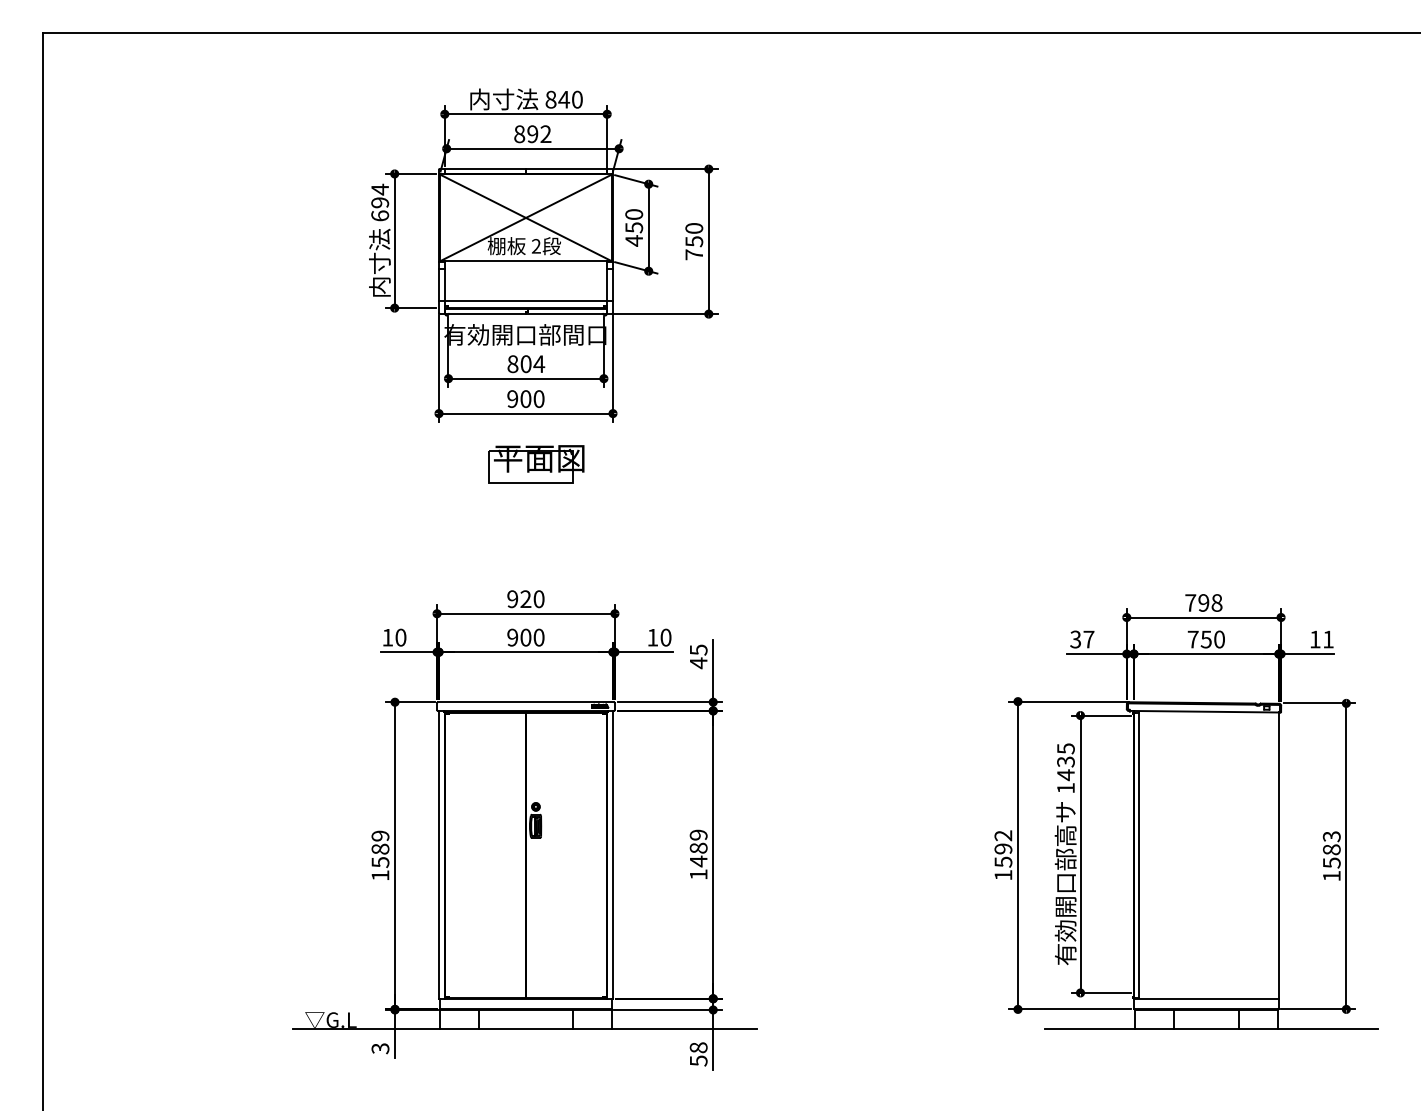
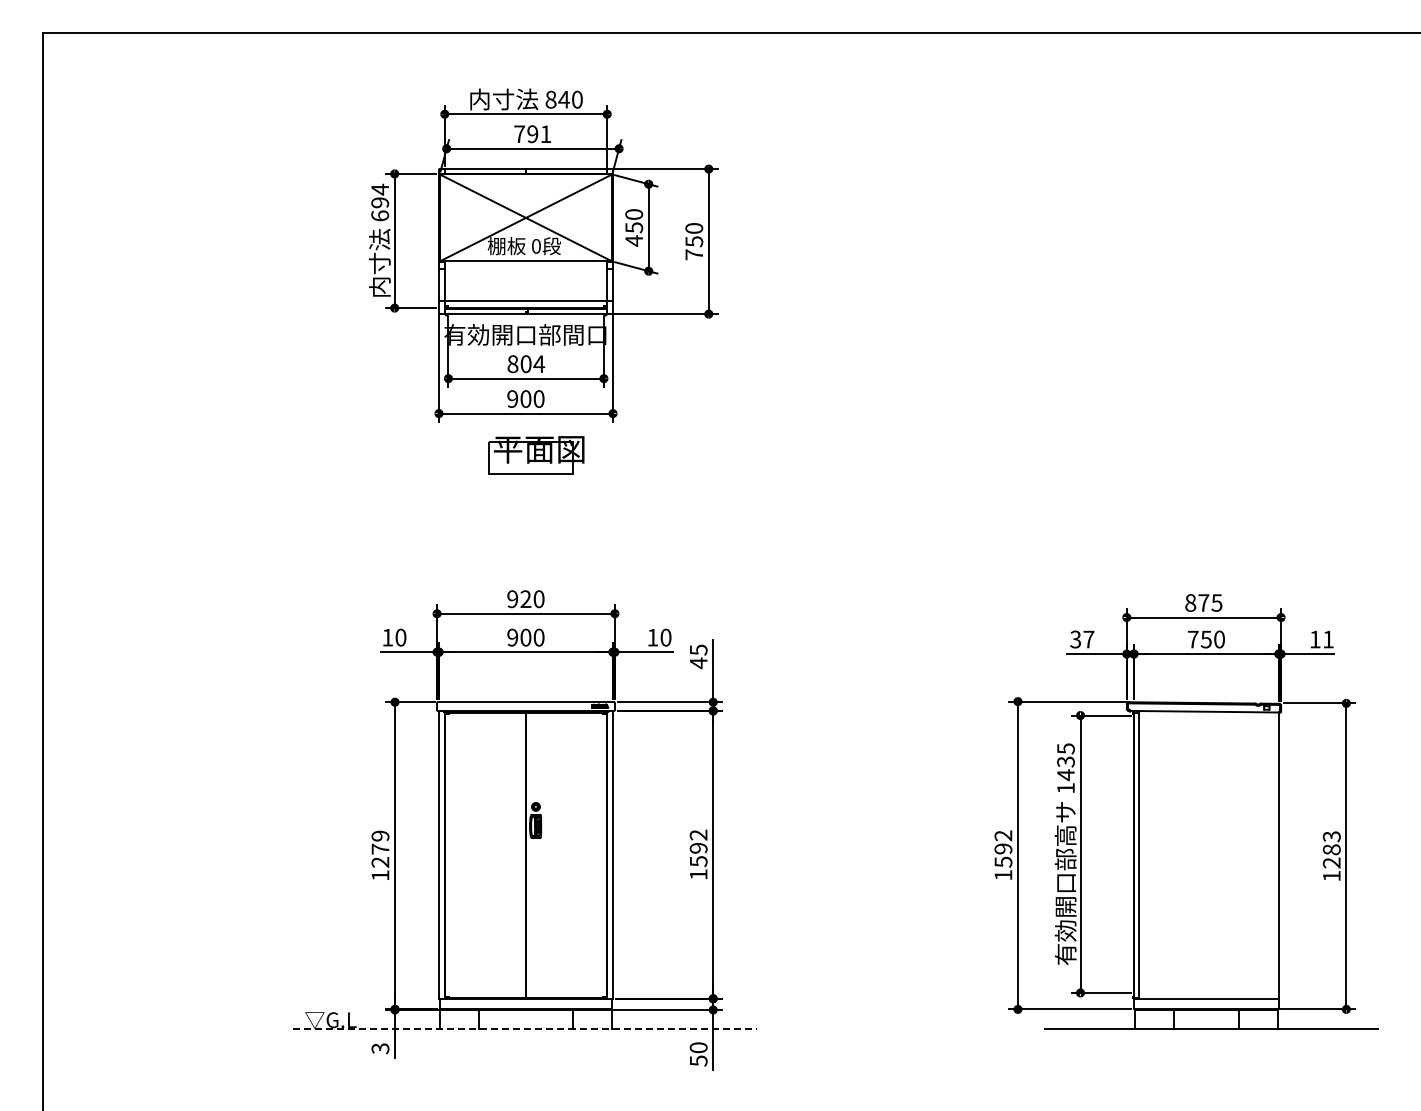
text at (532, 134): 892 -> 791
text at (536, 246): 2 -> 0
part at (536, 464) position: (536, 464) -> (536, 455)
text at (1203, 602): 798 -> 875
text at (698, 848): 1489 -> 1592
text at (380, 855): 1589 -> 1279
text at (1331, 862): 1583 -> 1283
line at (525, 1029): solid -> dashed
text at (698, 1047): 58 -> 50
